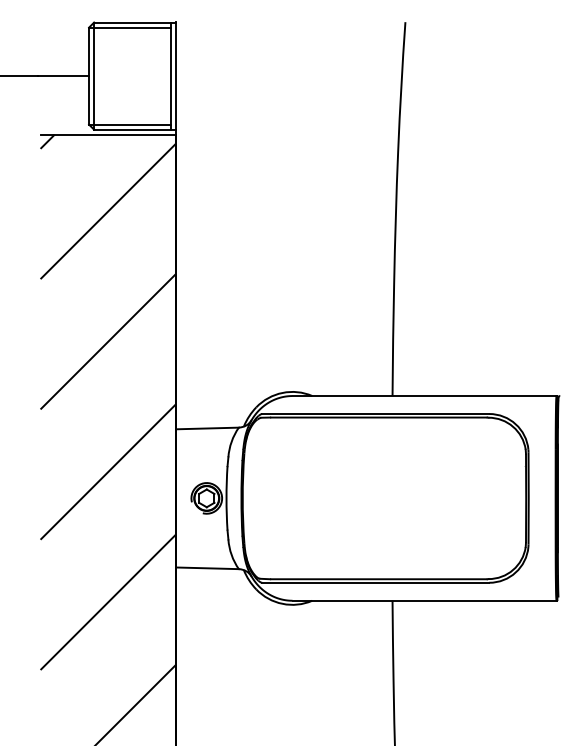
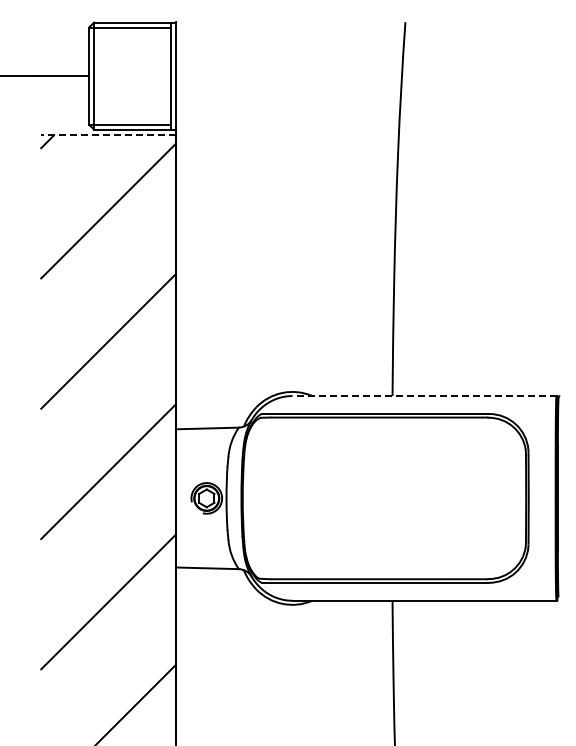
line at (108, 134): solid -> dashed
line at (424, 396): solid -> dashed
